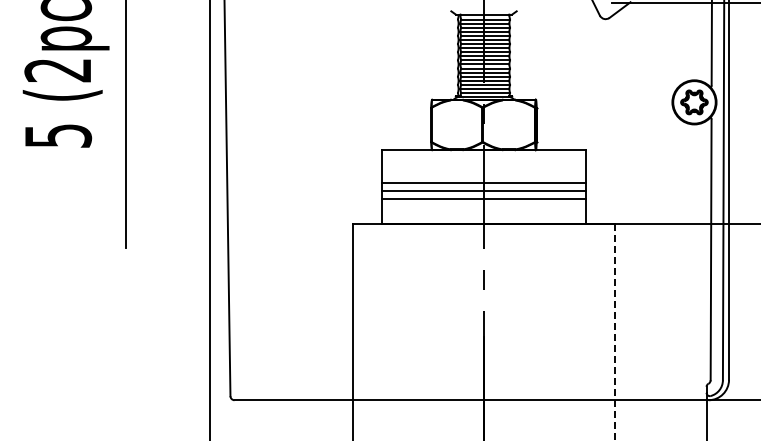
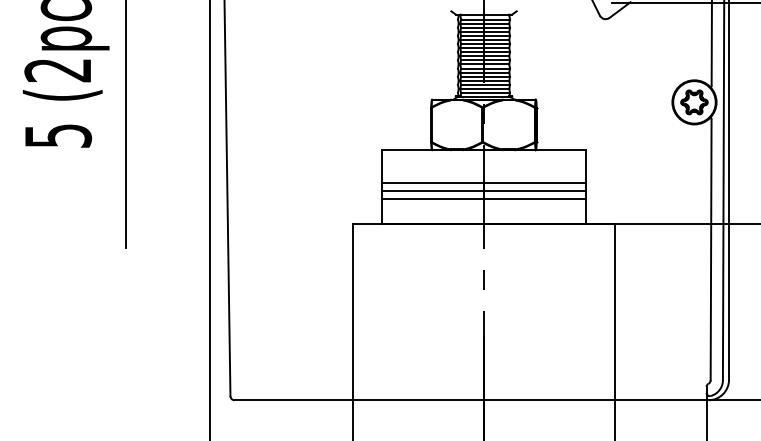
line at (614, 332): dashed -> solid
